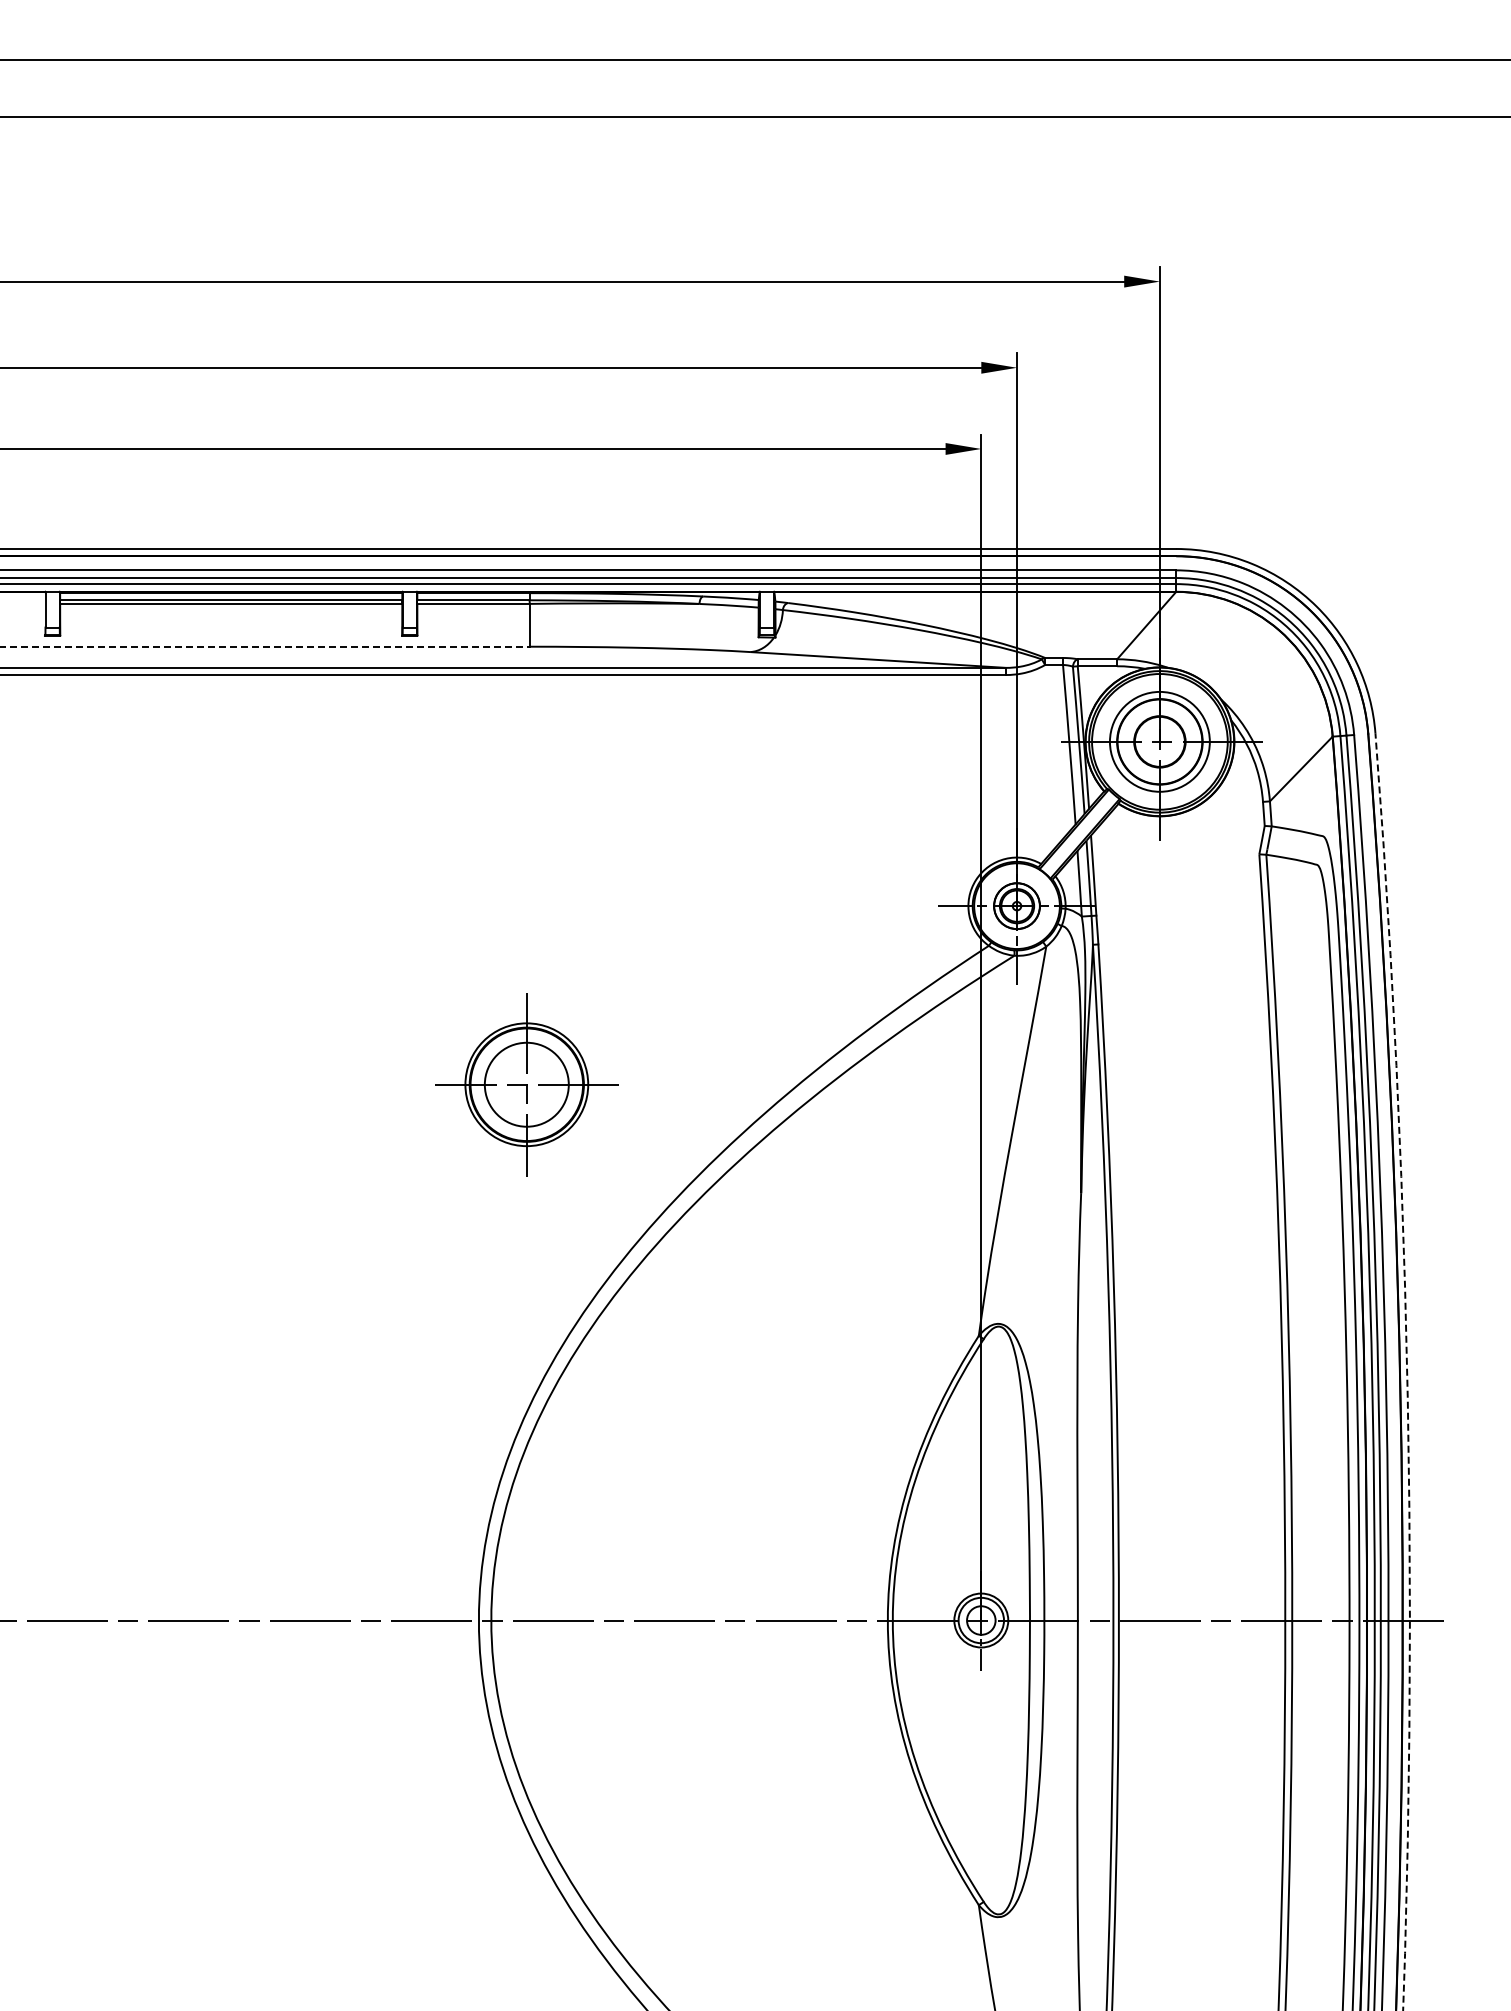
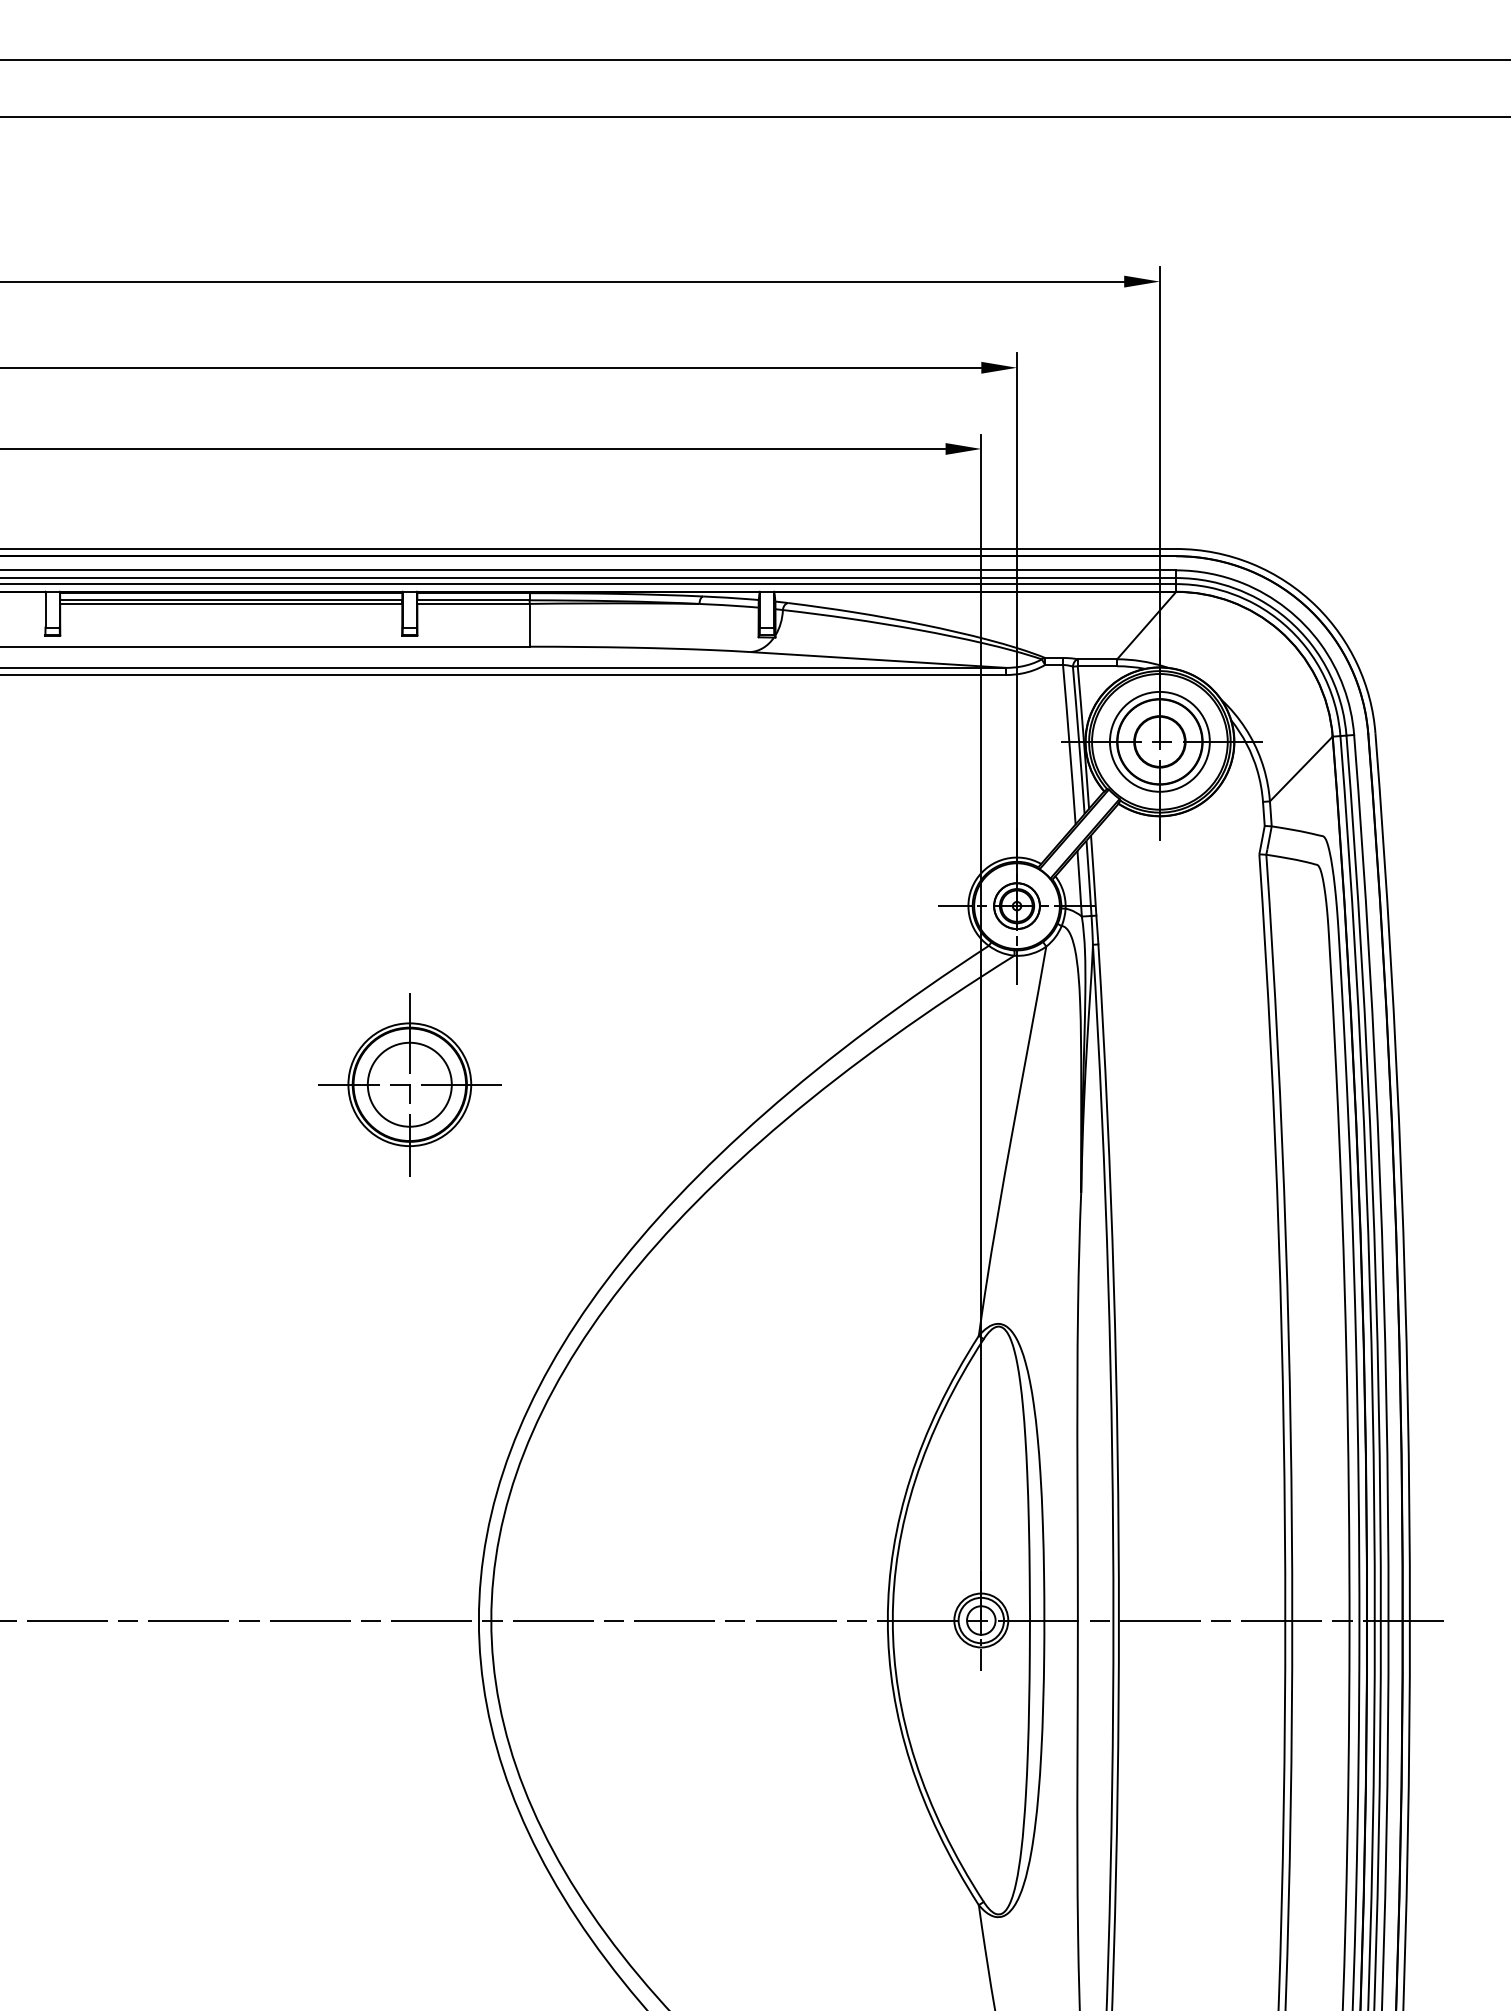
line at (264, 646): dashed -> solid
part at (526, 1084) position: (526, 1084) -> (409, 1084)
arc at (1407, 1371): dashed -> solid
